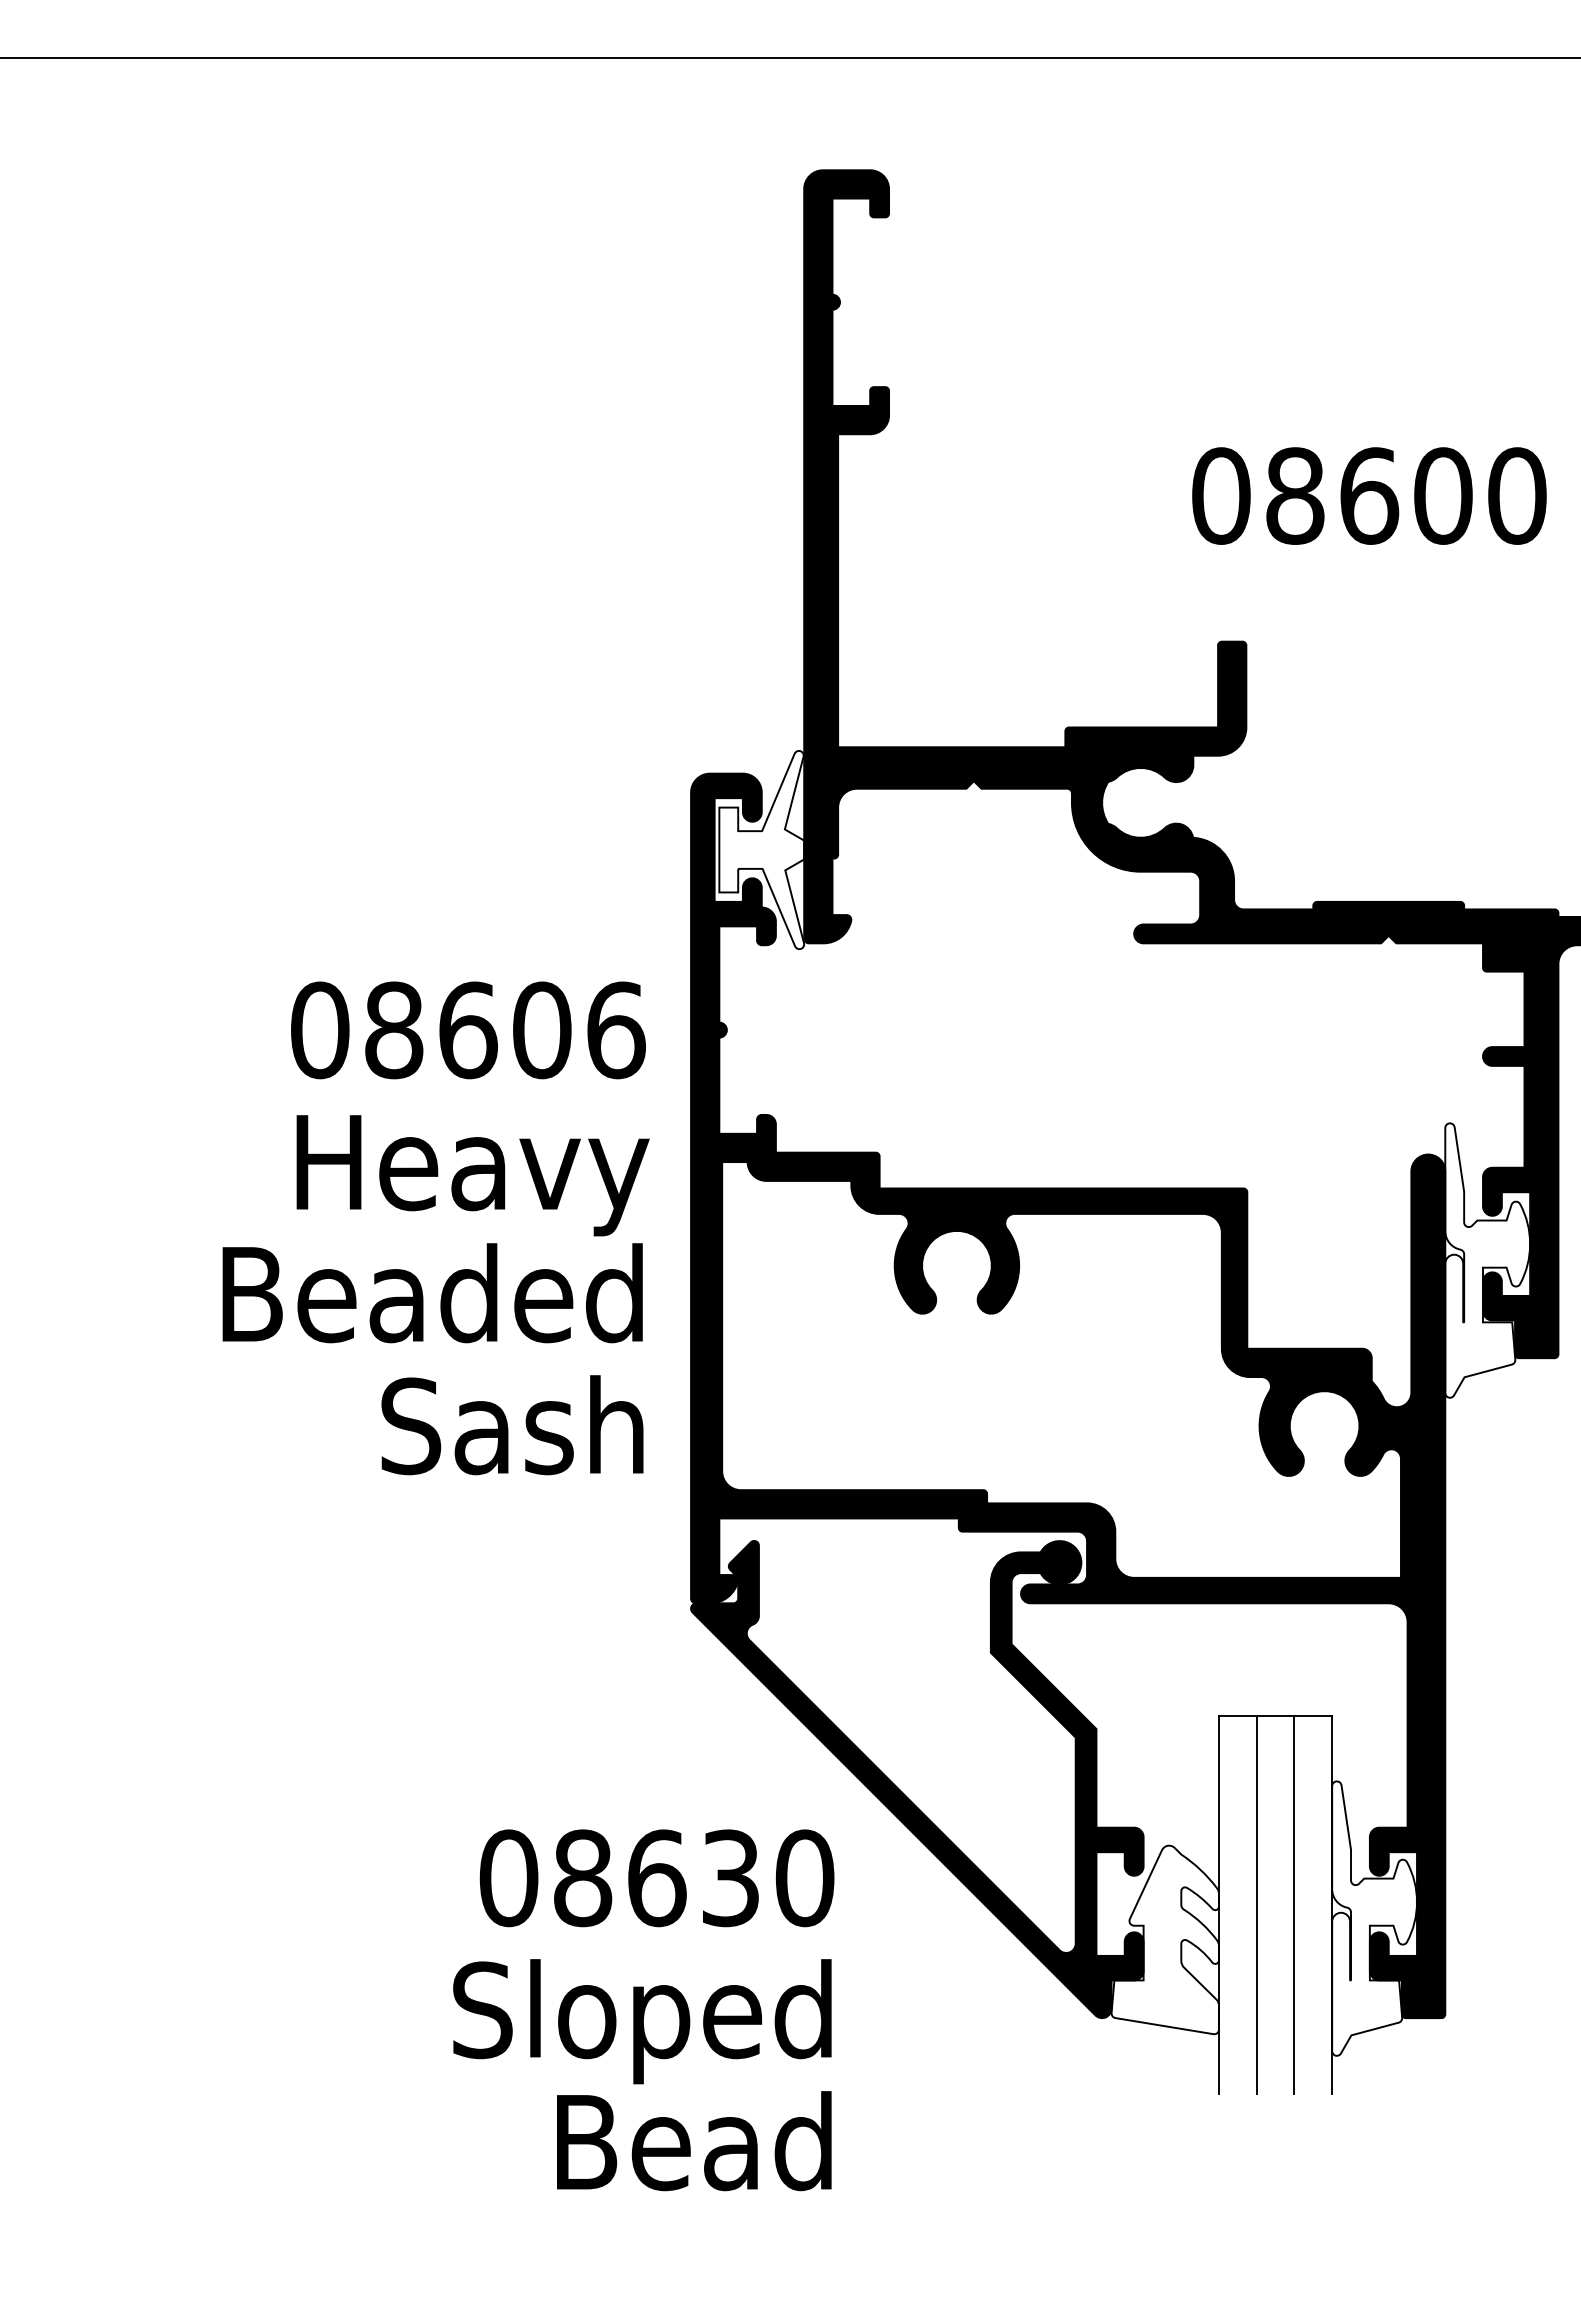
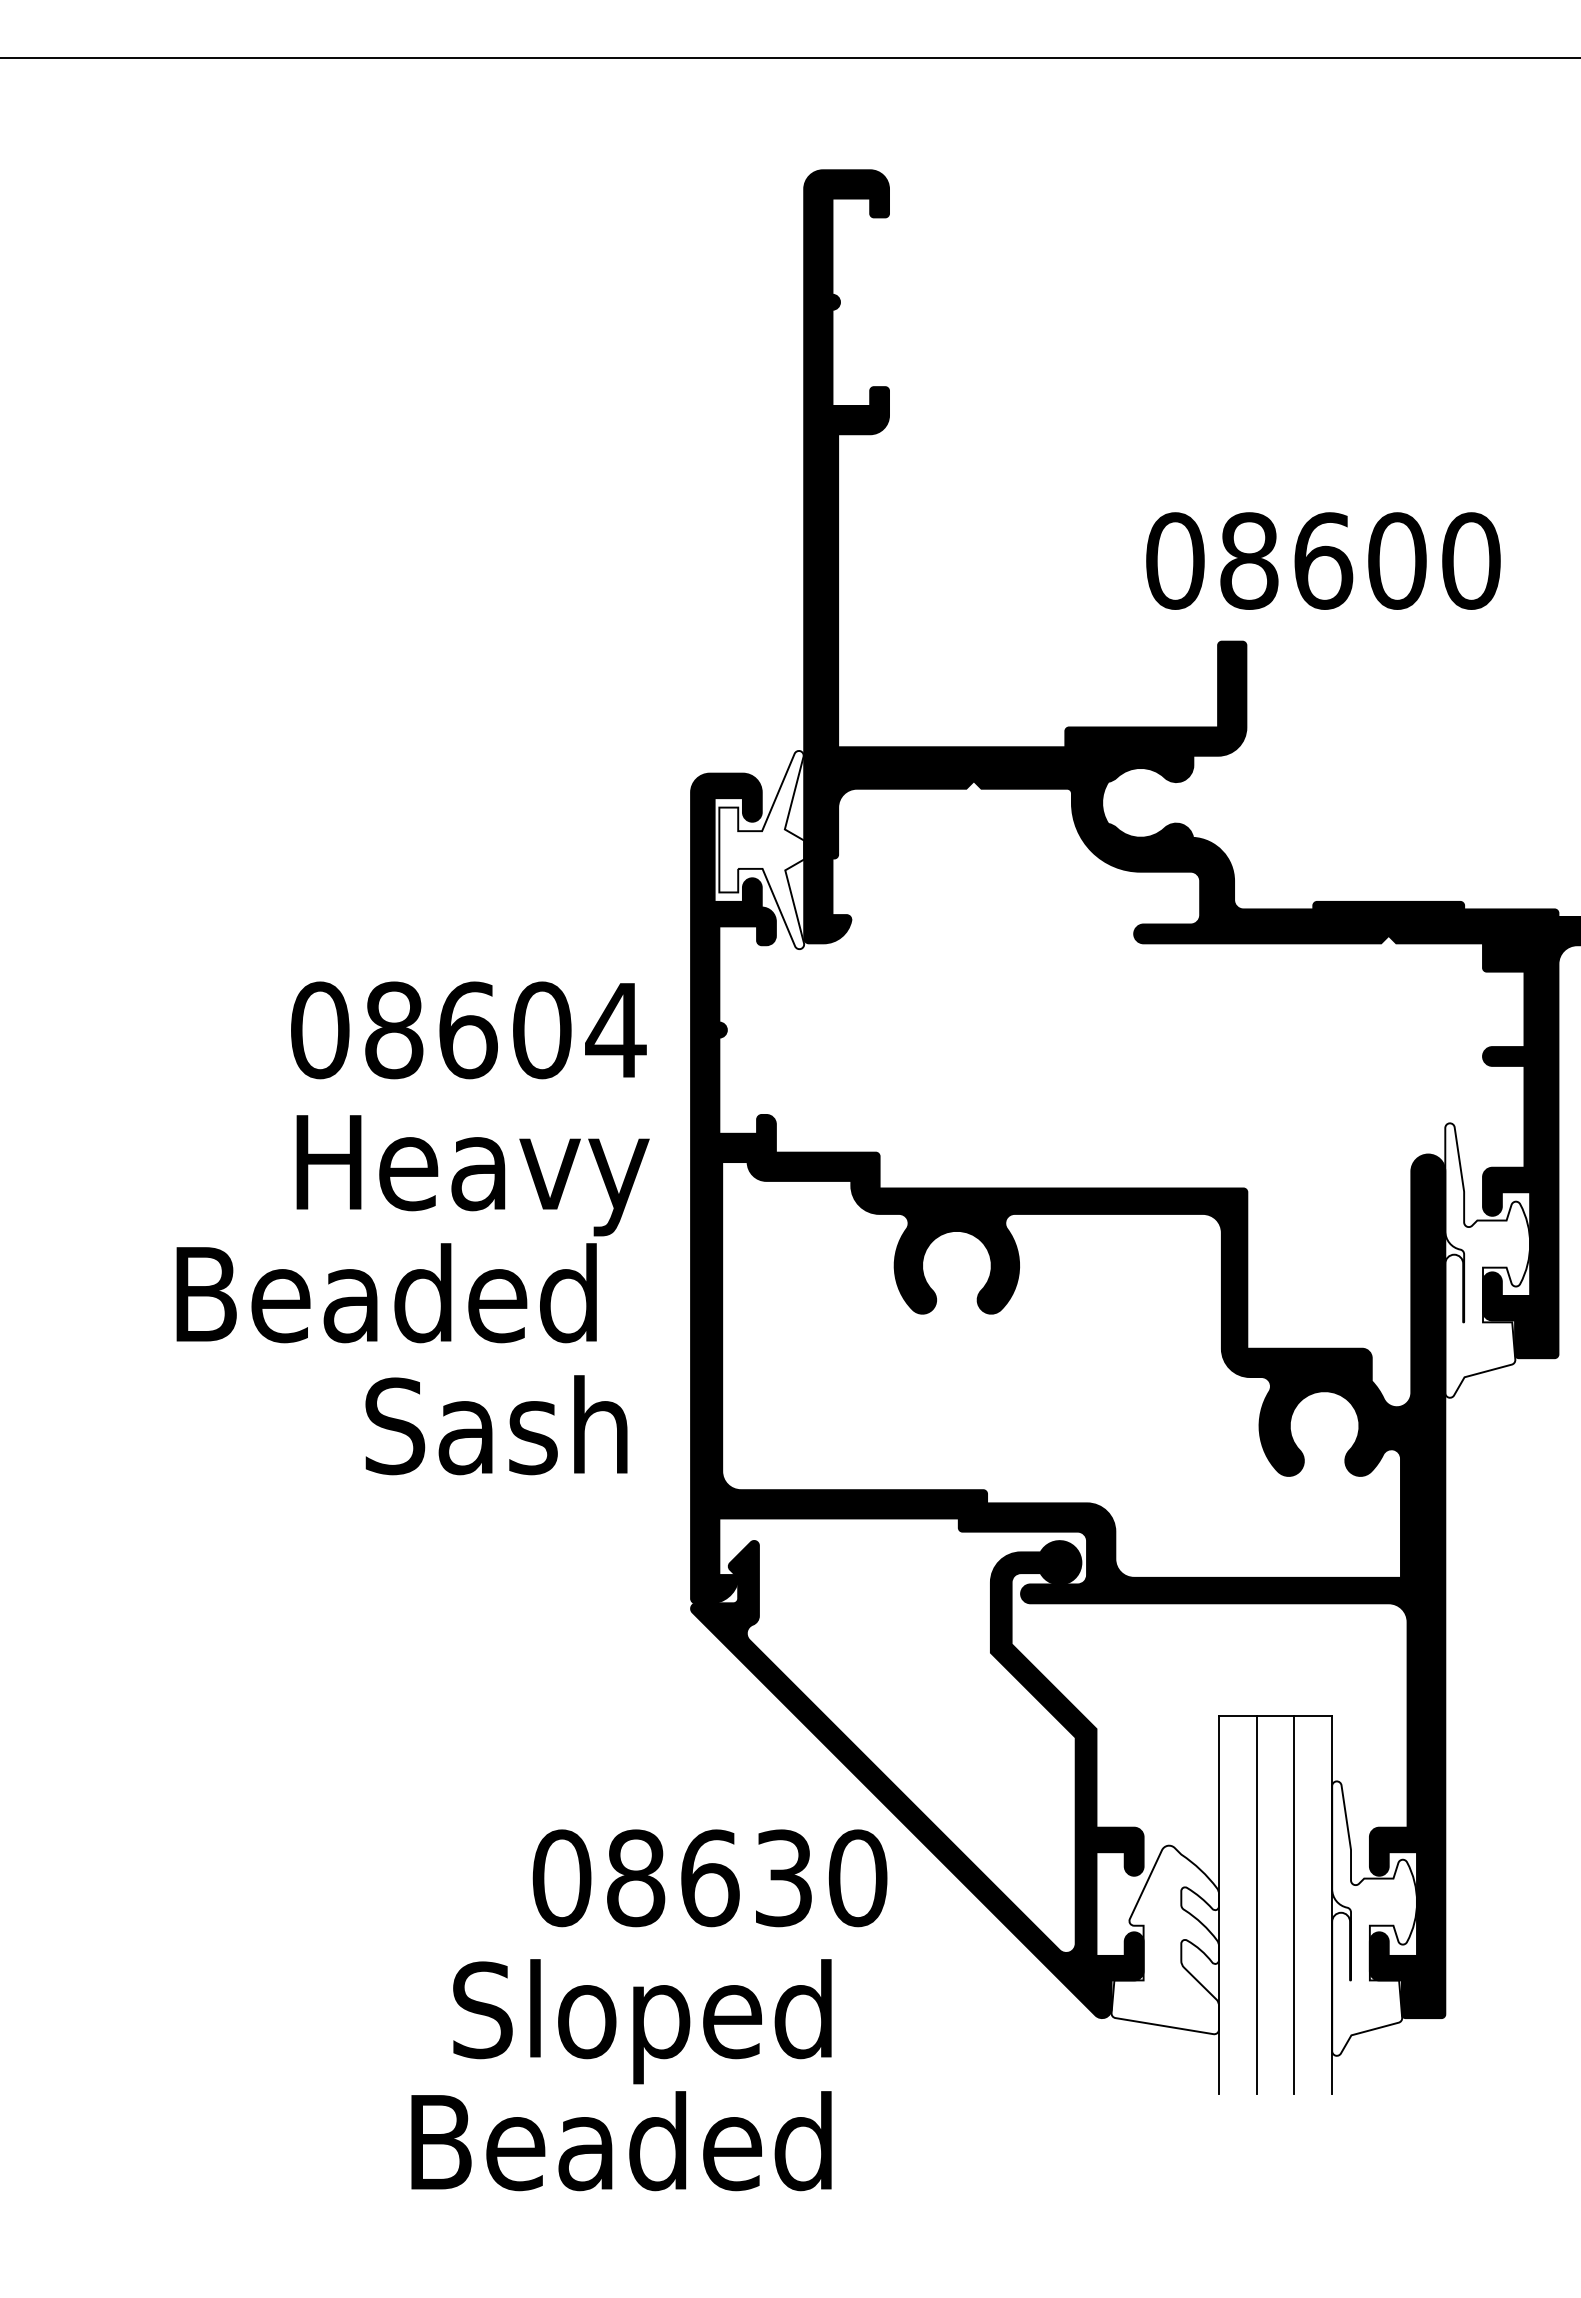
text at (1369, 495) position: (1369, 495) -> (1323, 560)
text at (615, 1030): 08606 -> 08604
text at (432, 1293) position: (432, 1293) -> (386, 1293)
text at (512, 1425) position: (512, 1425) -> (496, 1425)
text at (656, 1878) position: (656, 1878) -> (709, 1878)
text at (586, 2141): Bead -> Beaded
